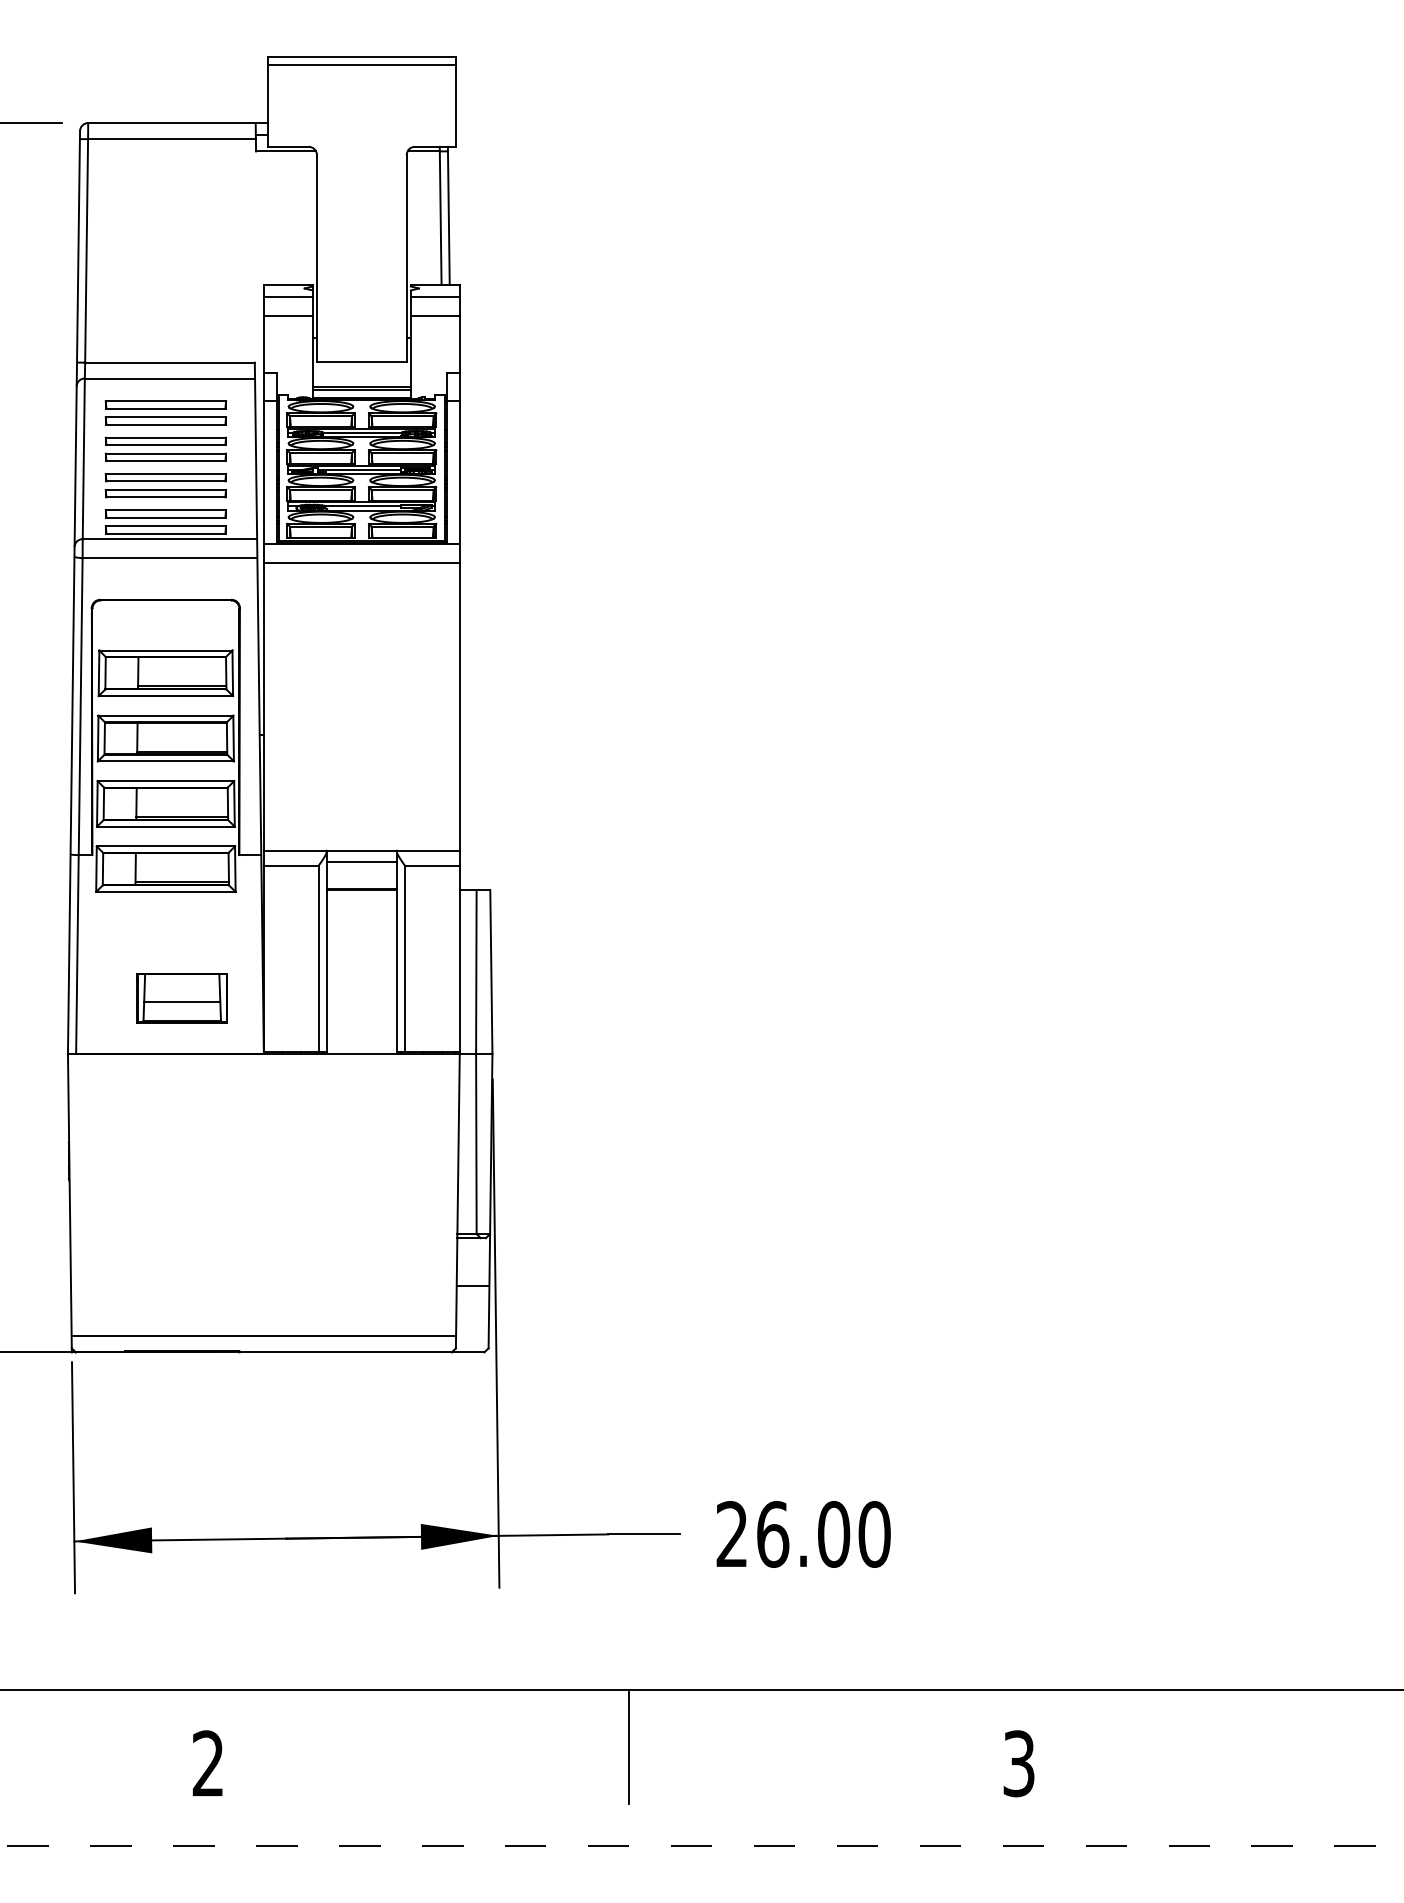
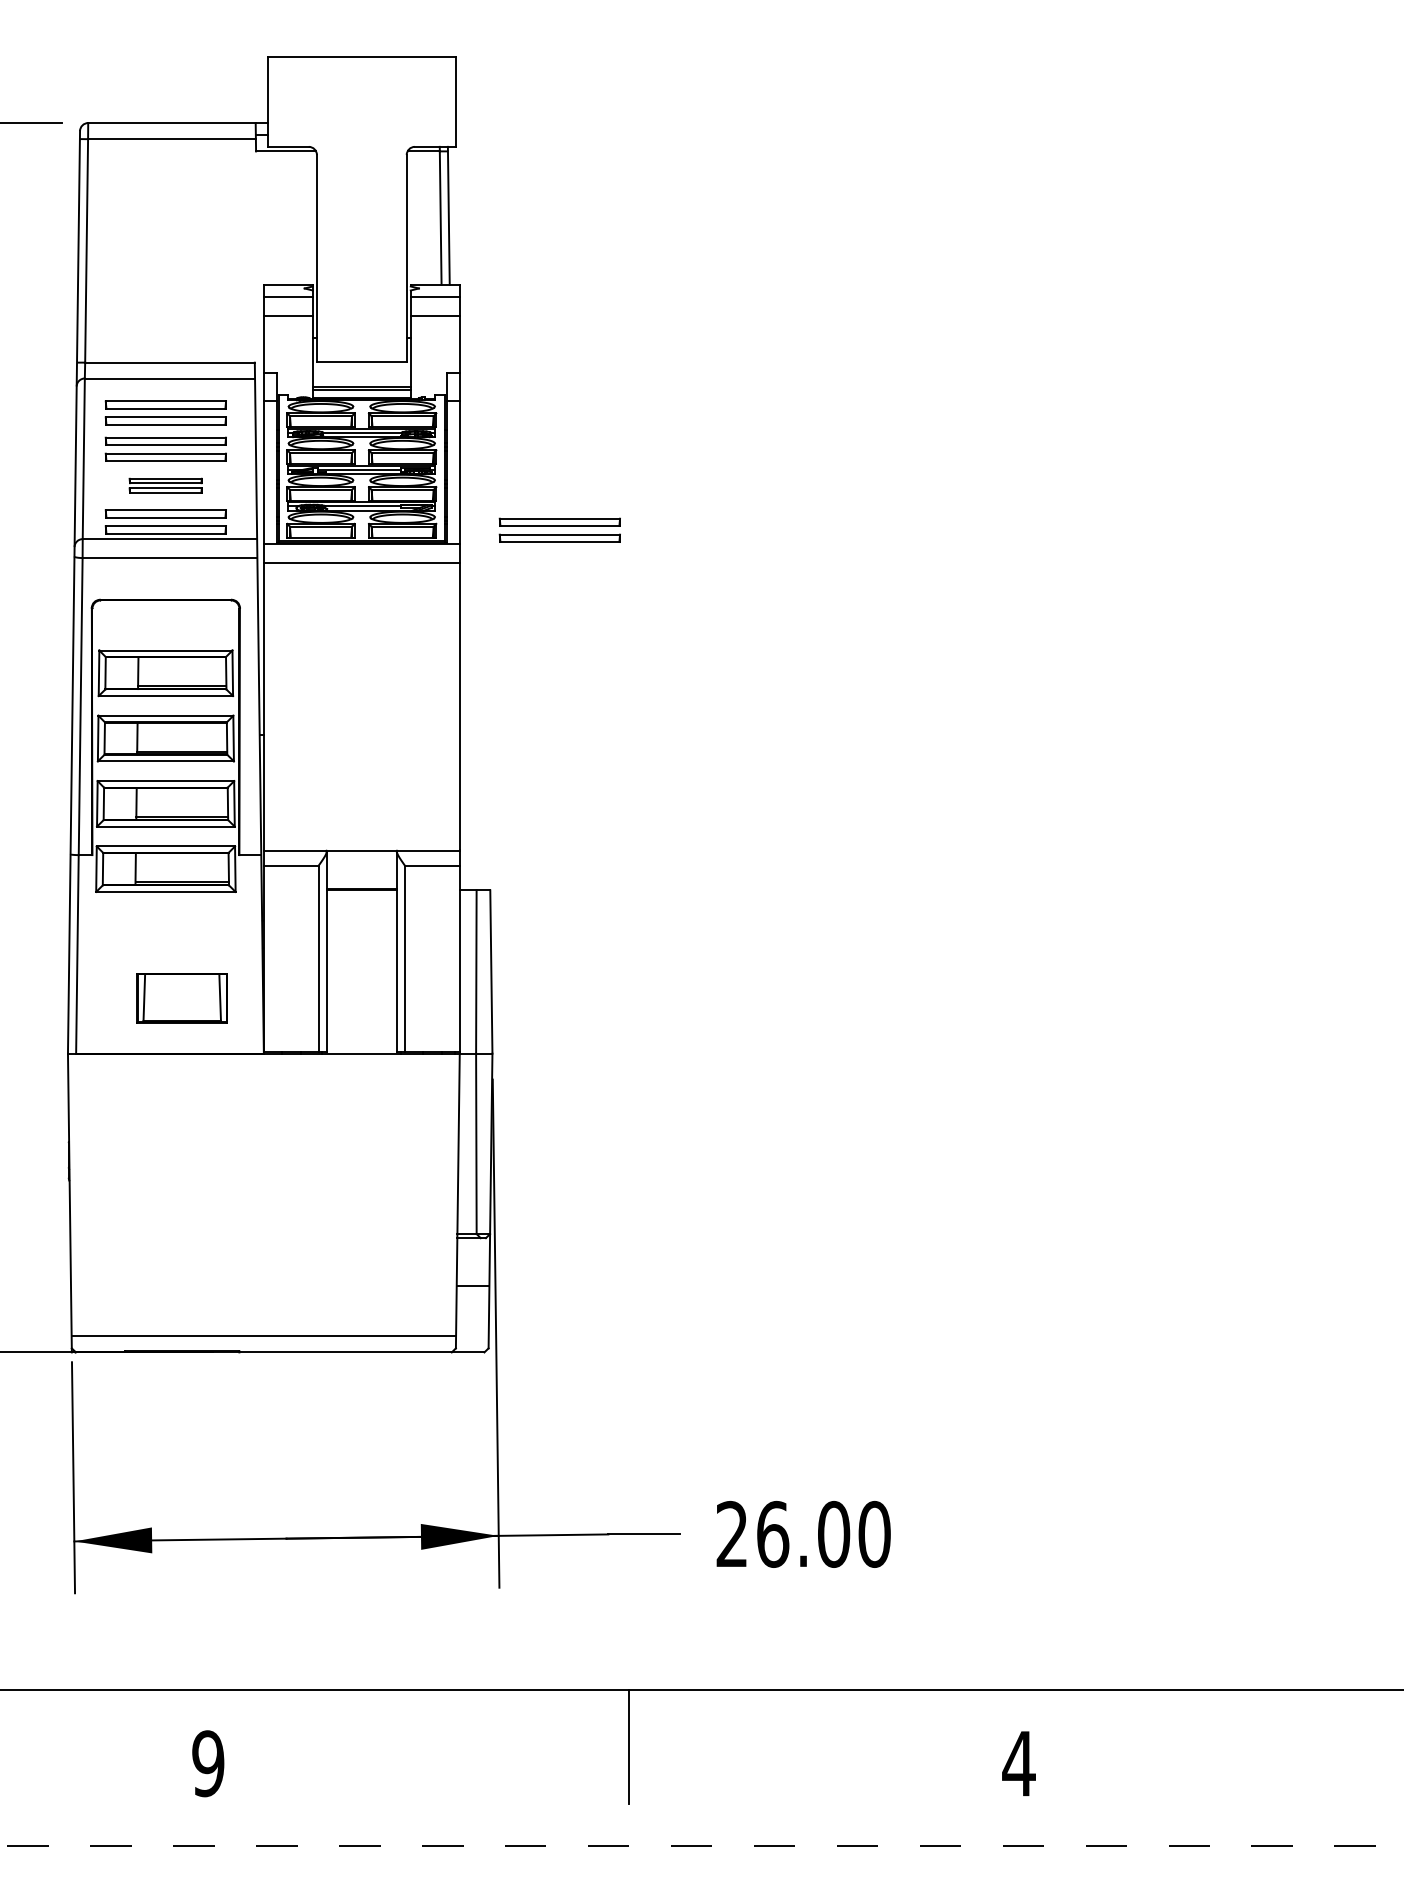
line at (361, 65): present -> none
part at (165, 485) size: 123x26 px -> 75x17 px
part at (559, 529): none -> present
line at (361, 861): present -> none
line at (182, 1001): present -> none
text at (208, 1763): 2 -> 9
text at (1018, 1763): 3 -> 4
